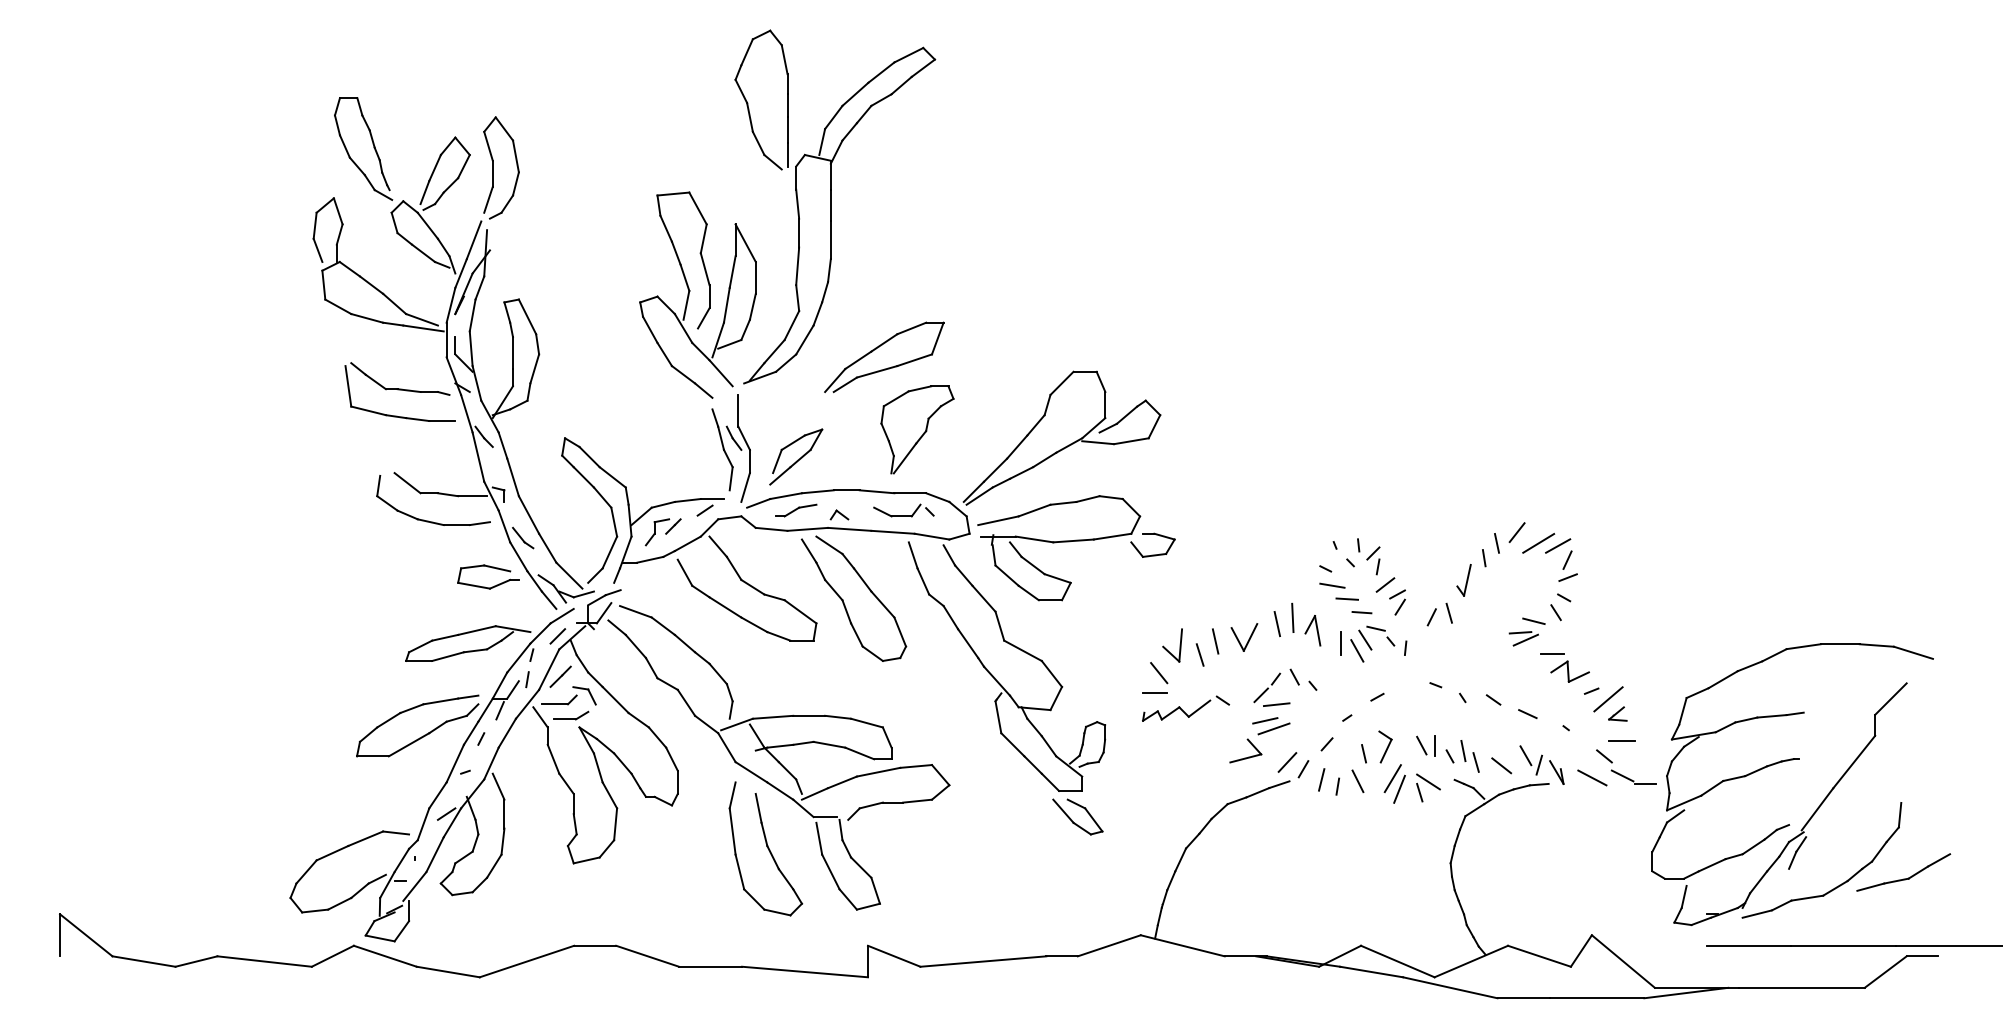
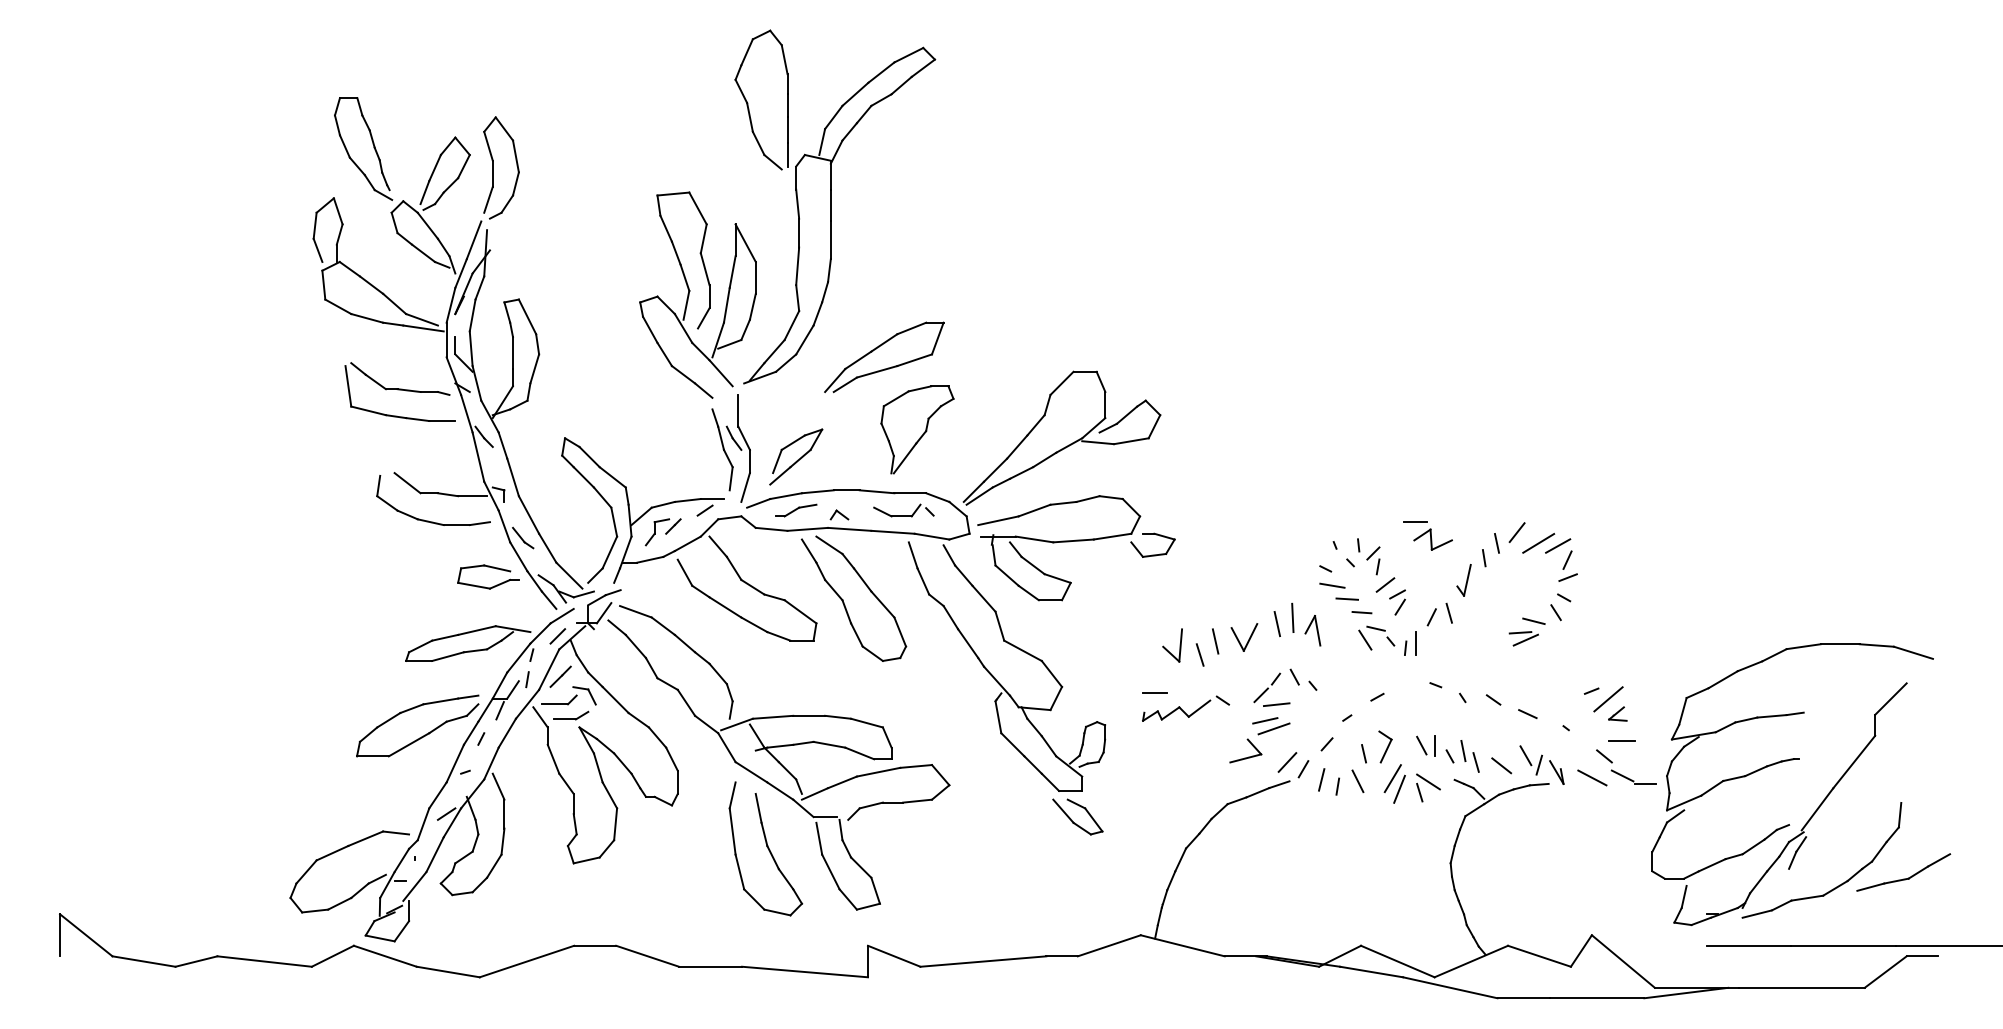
line at (1340, 643) position: (1340, 643) -> (1415, 643)
line at (1357, 650): present -> none
part at (1564, 667) position: (1564, 667) -> (1427, 535)
line at (1159, 673): present -> none
